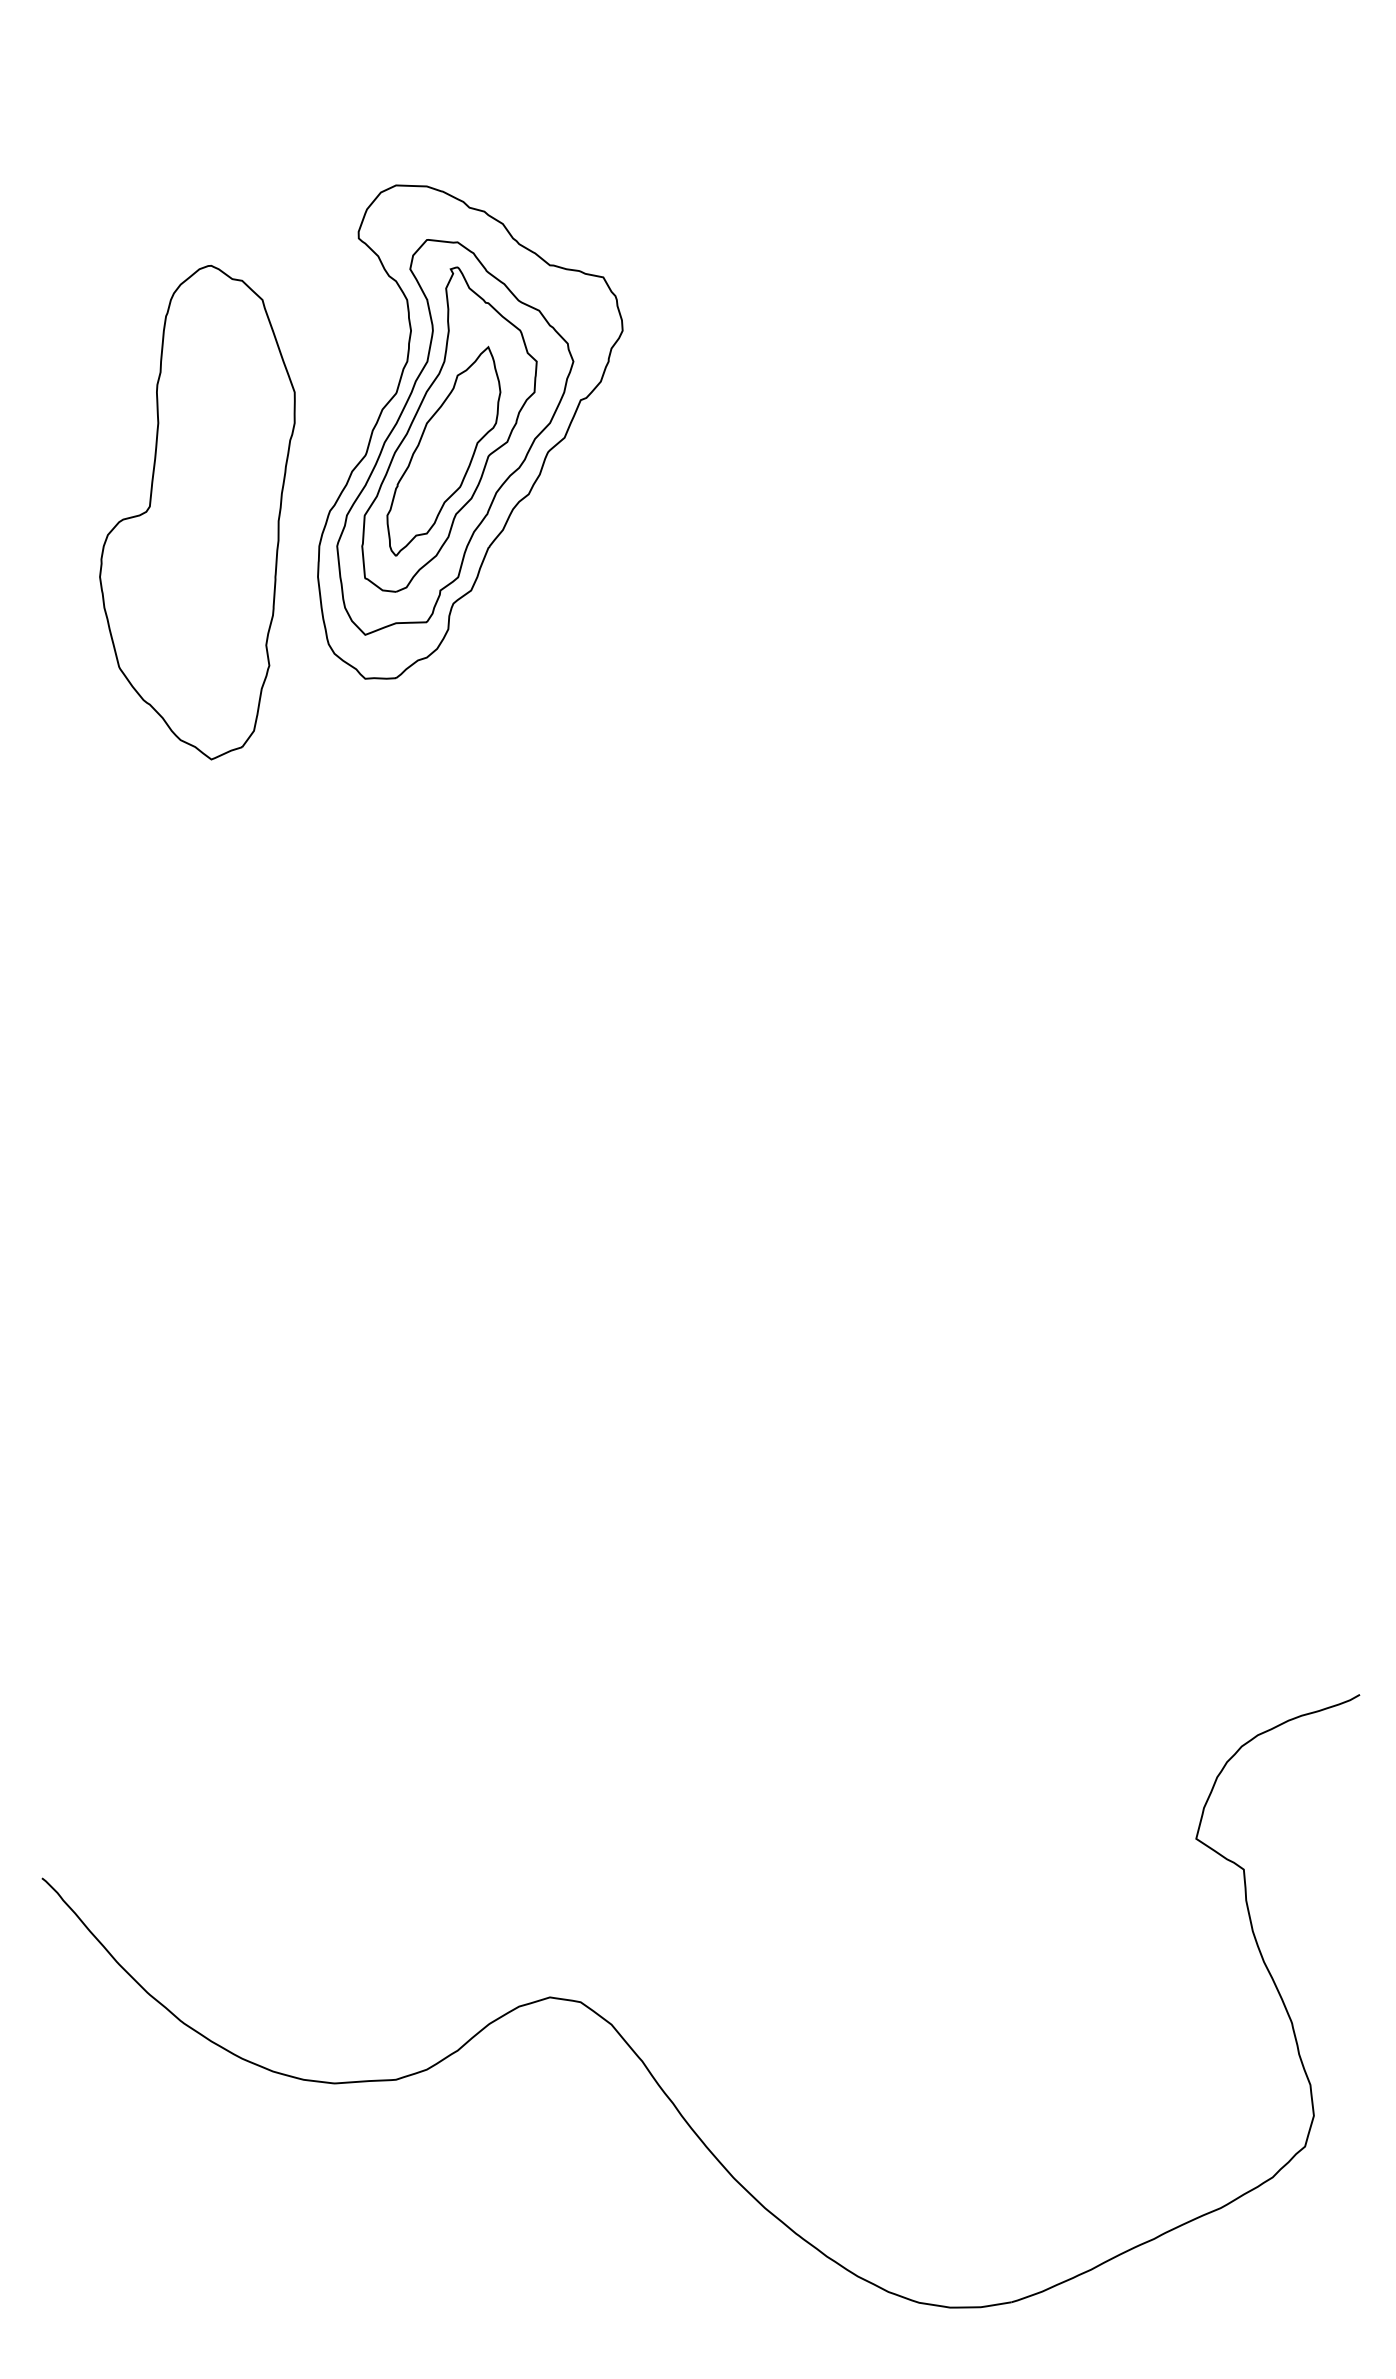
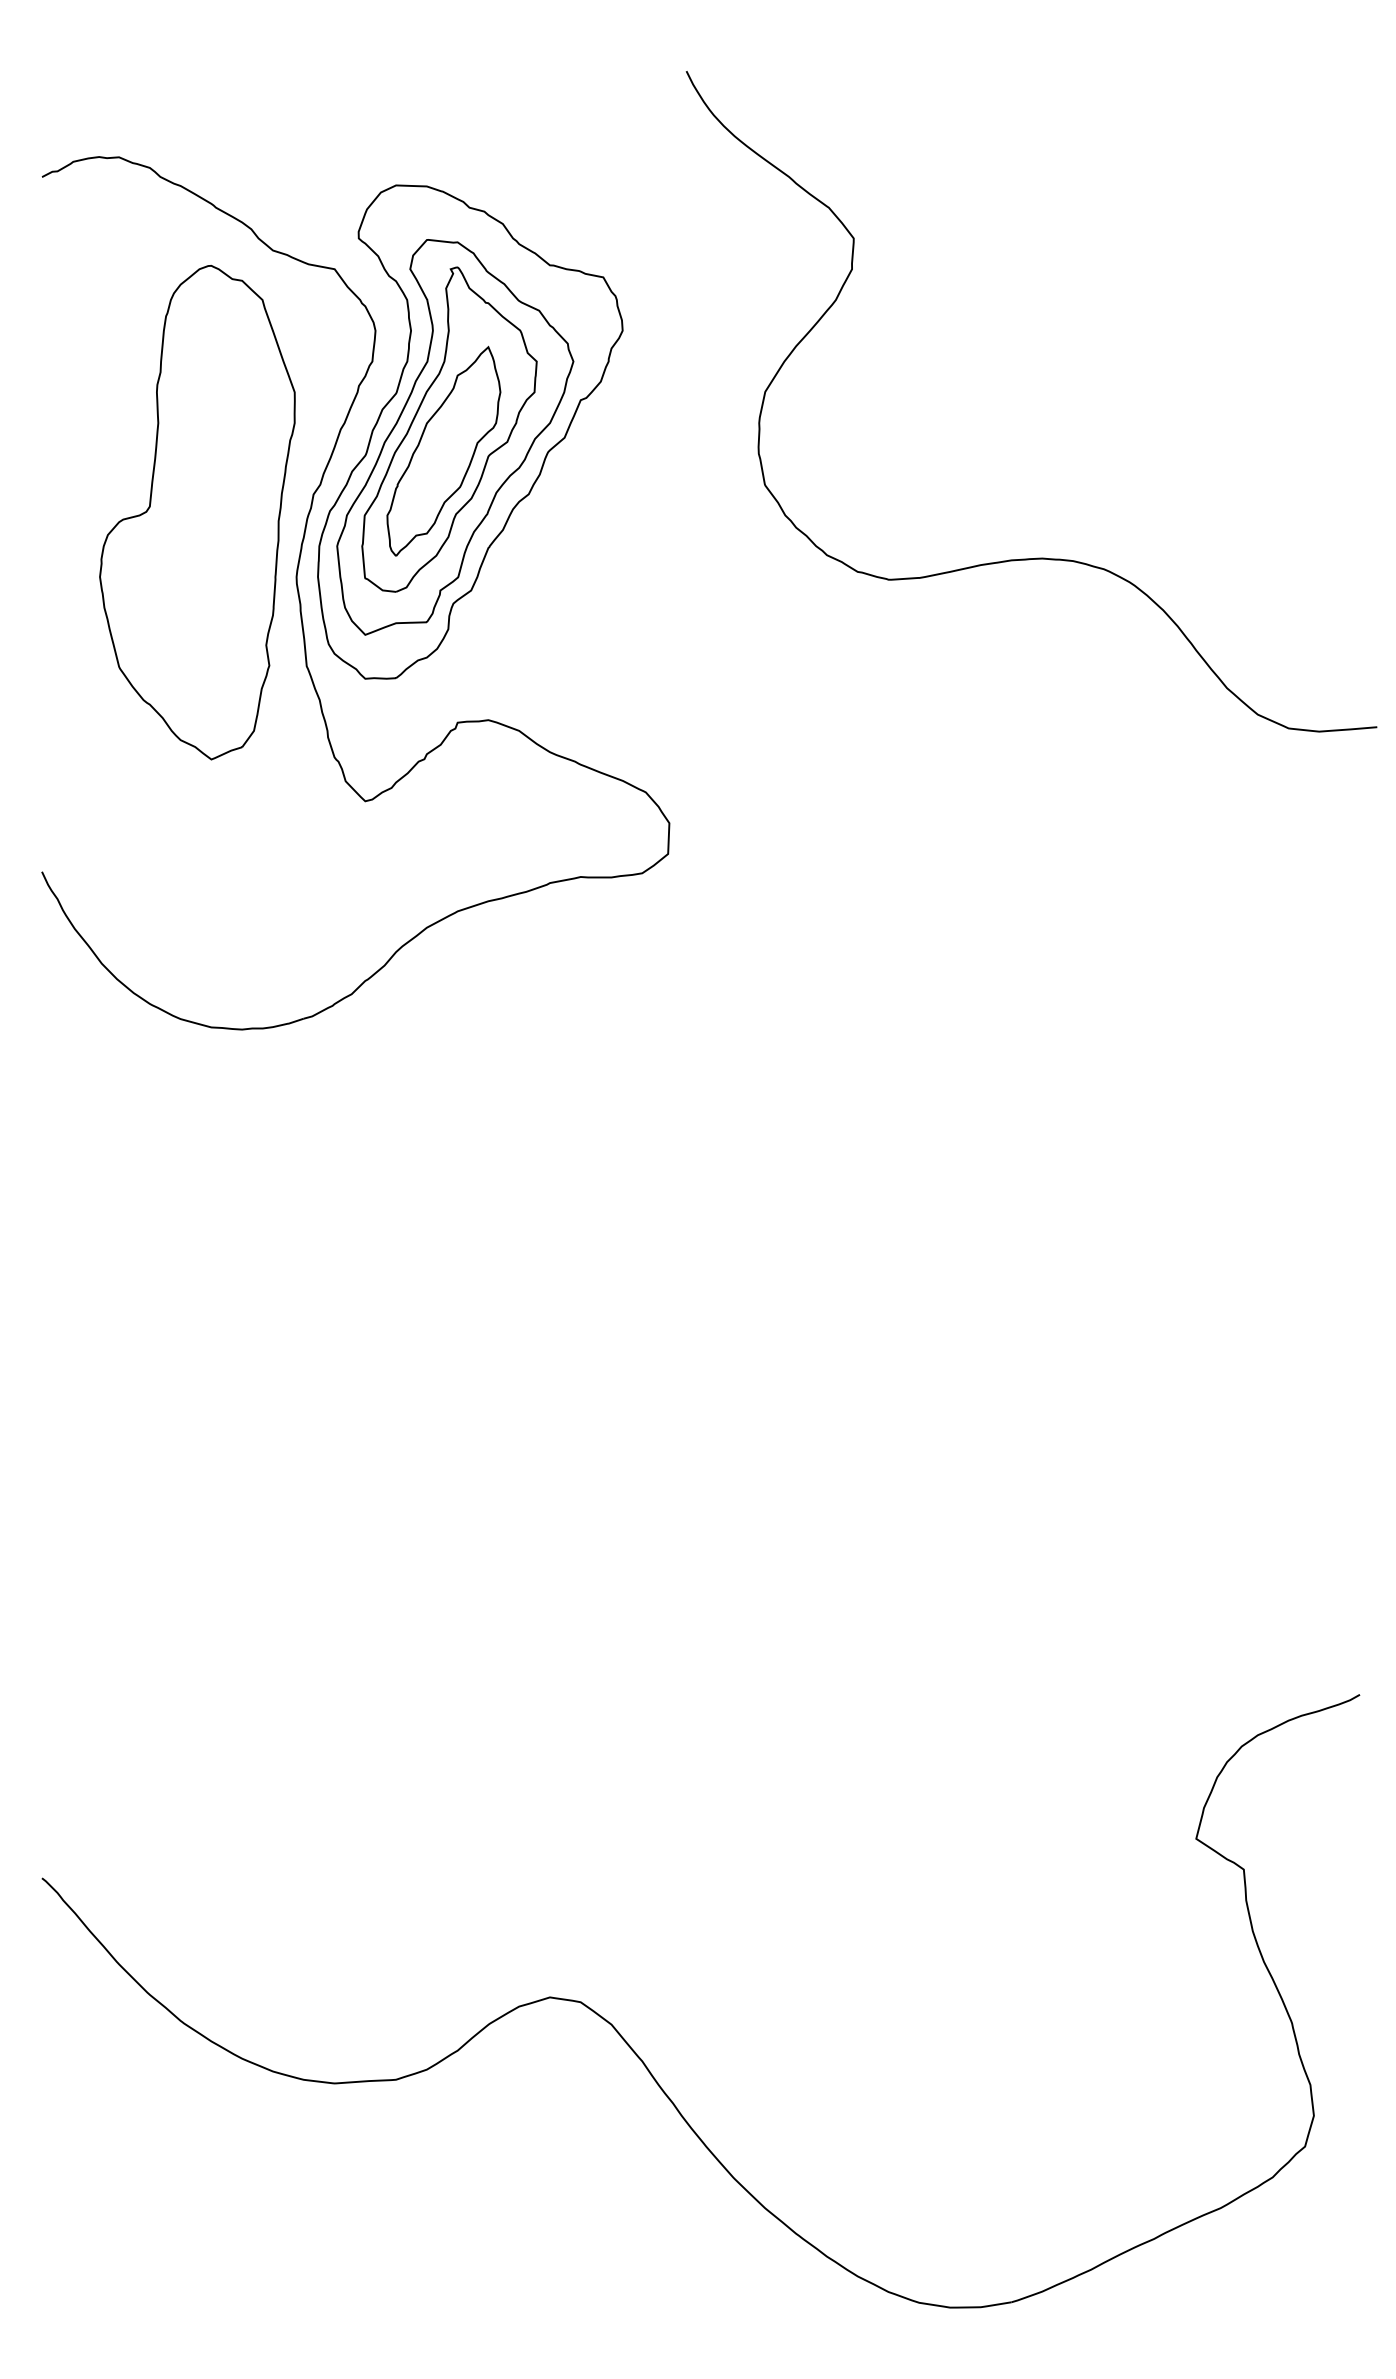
curve at (1036, 557): none -> present
part at (301, 603): none -> present
